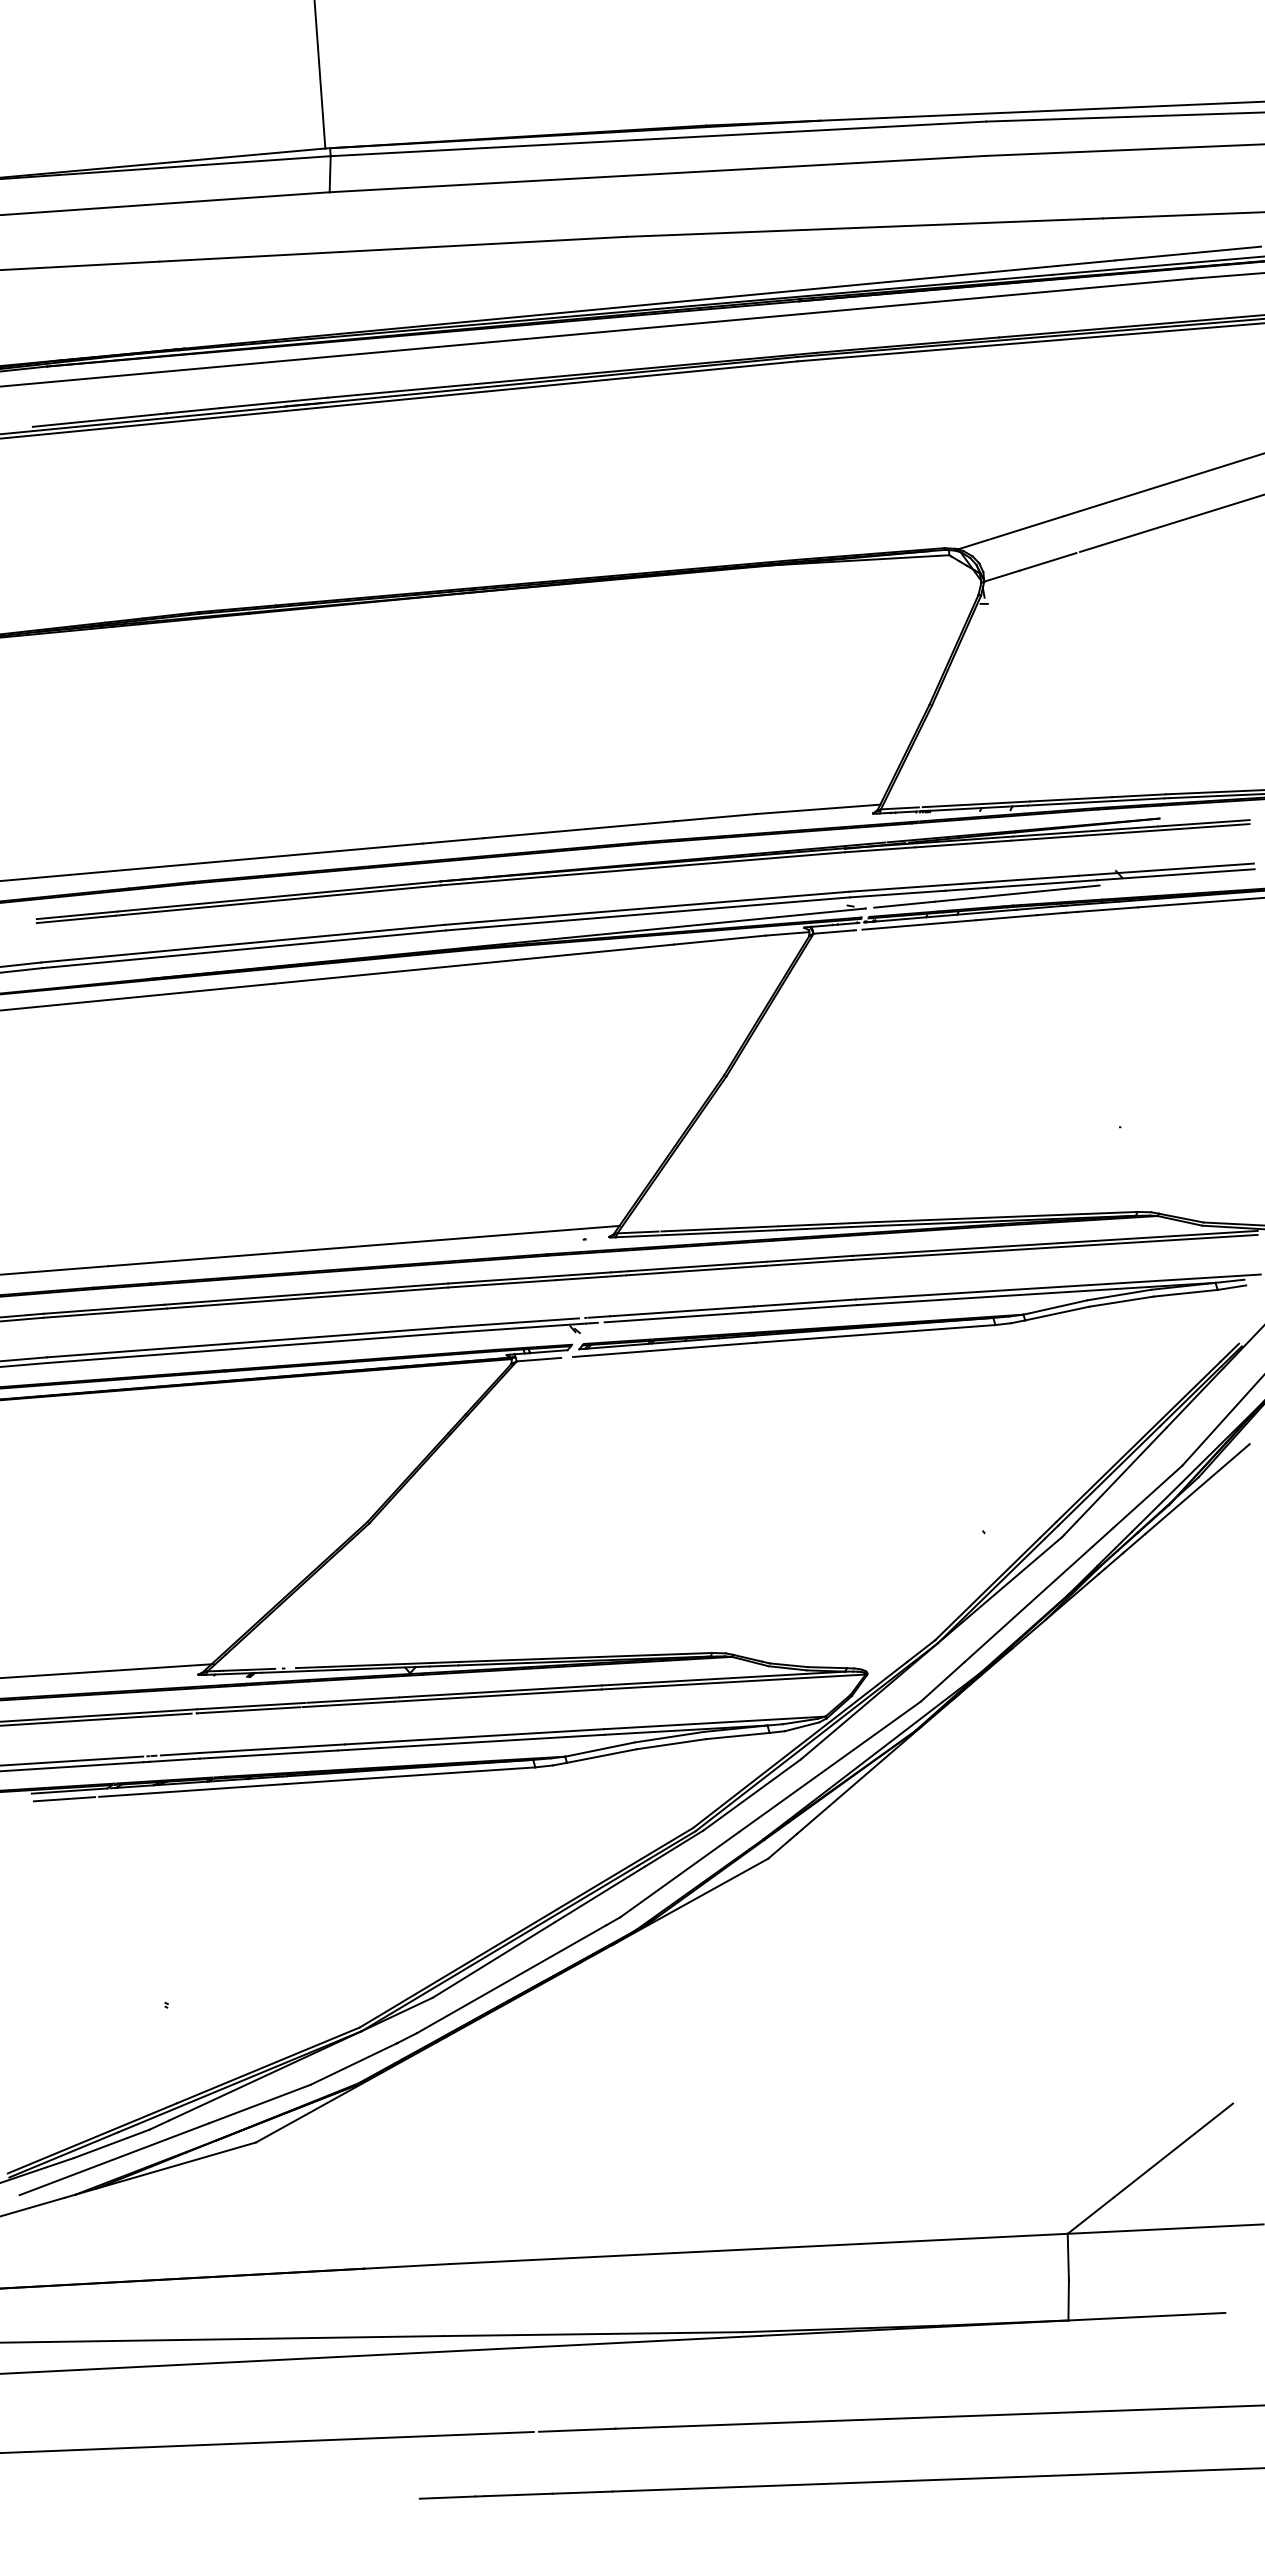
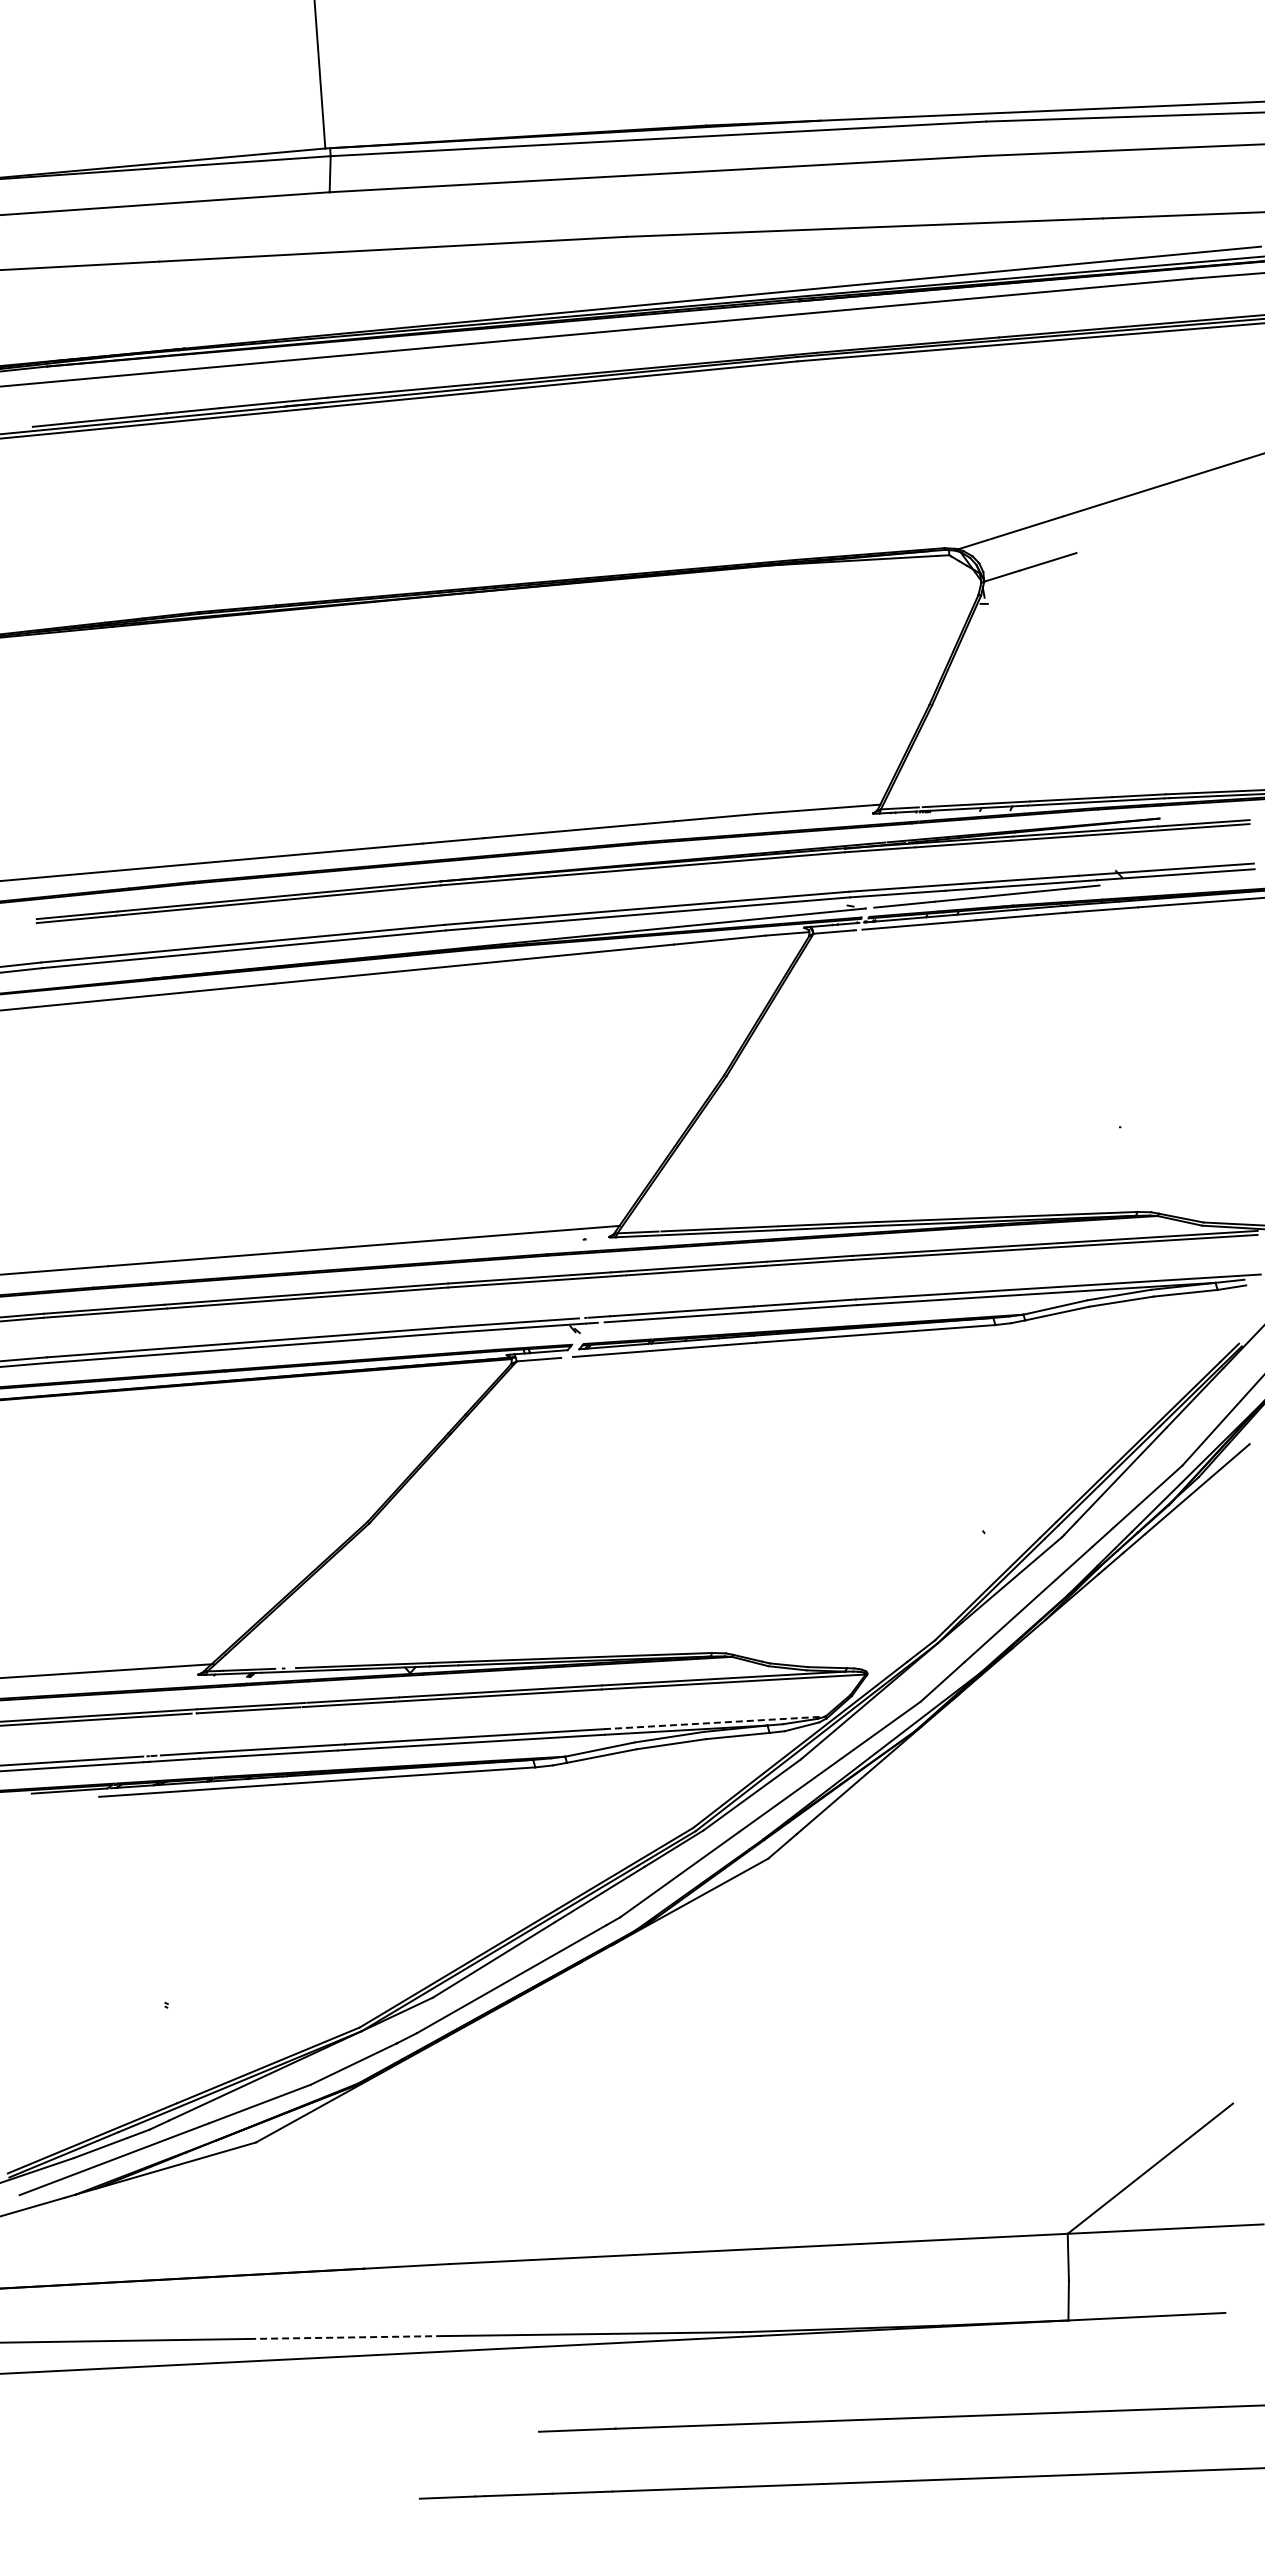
line at (1170, 523): present -> none
line at (714, 1722): solid -> dashed
line at (64, 1799): present -> none
line at (345, 2337): solid -> dashed
line at (267, 2441): present -> none
